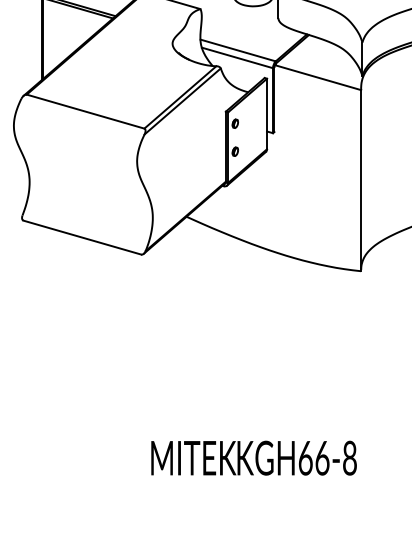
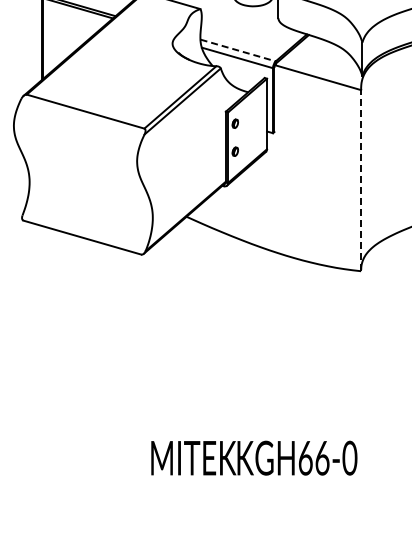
line at (238, 50): solid -> dashed
line at (361, 180): solid -> dashed
text at (349, 458): KGH66-8 -> KGH66-0
